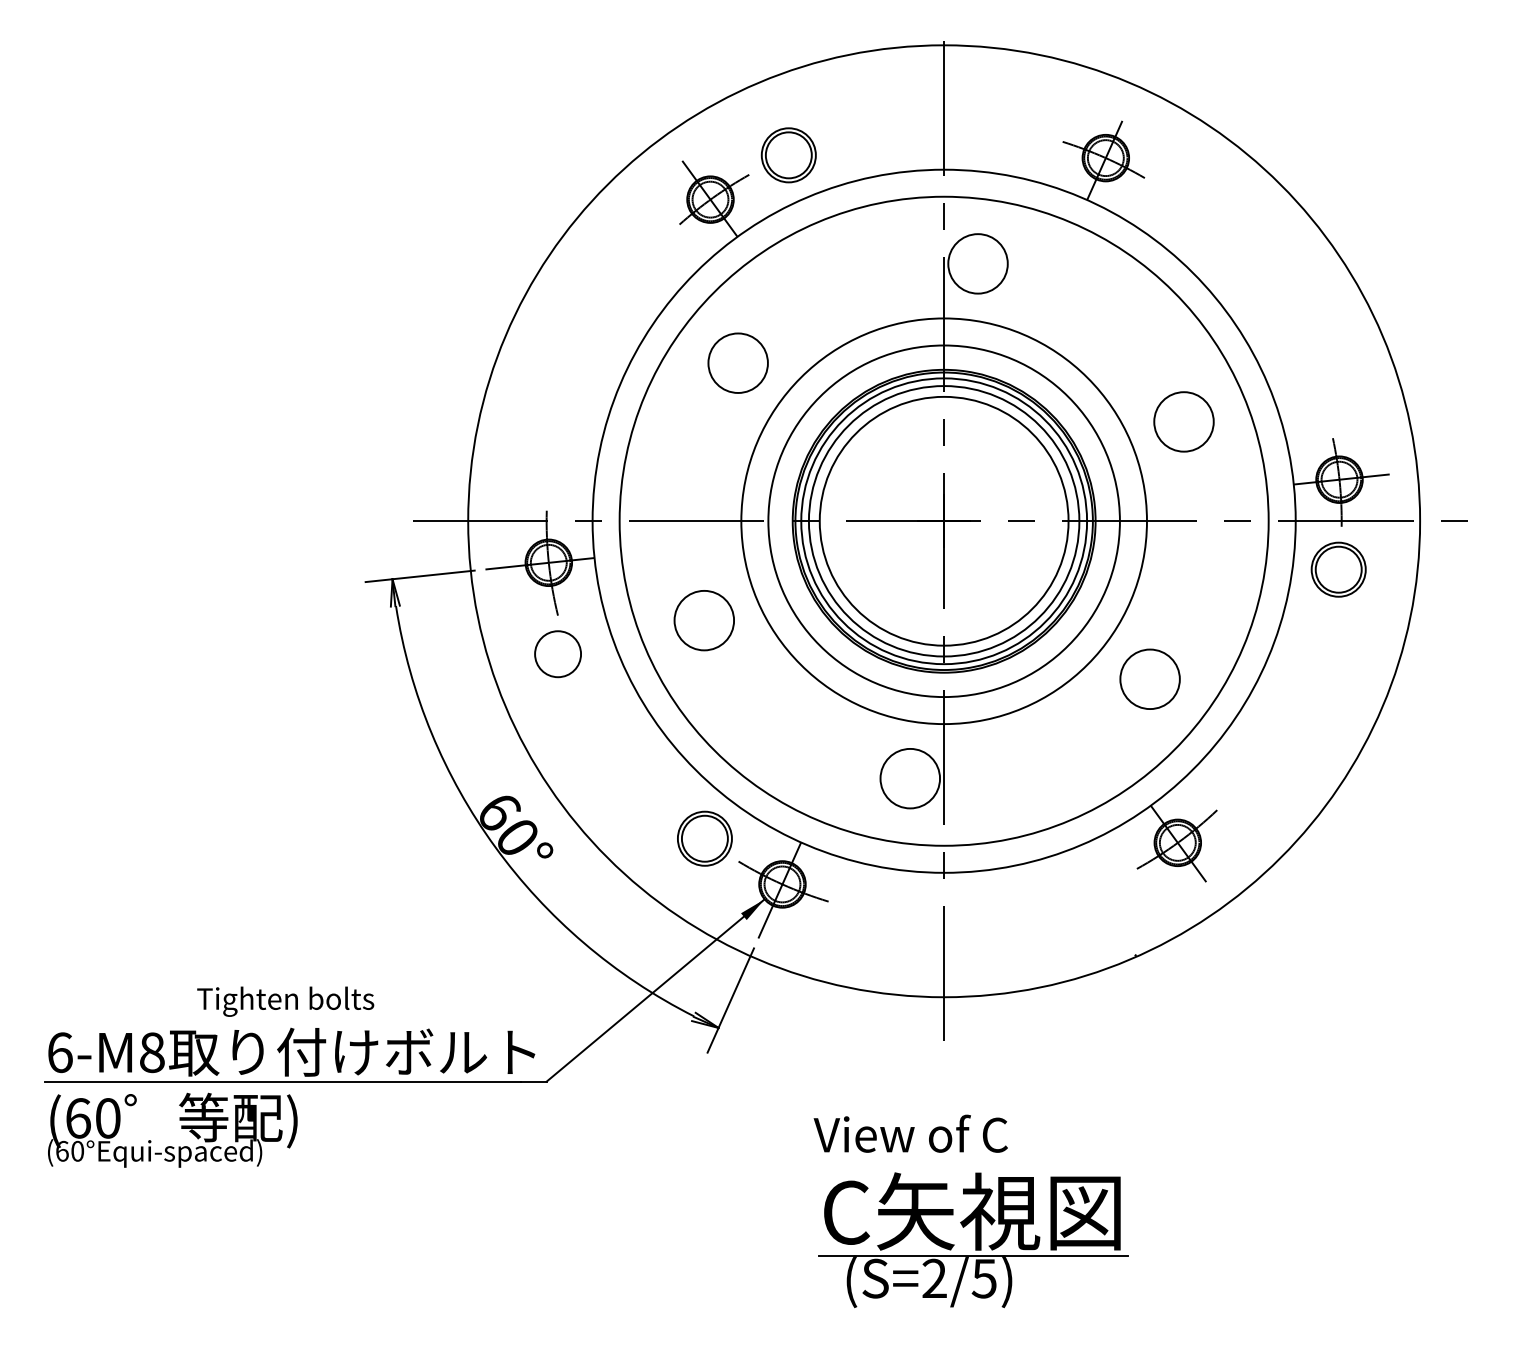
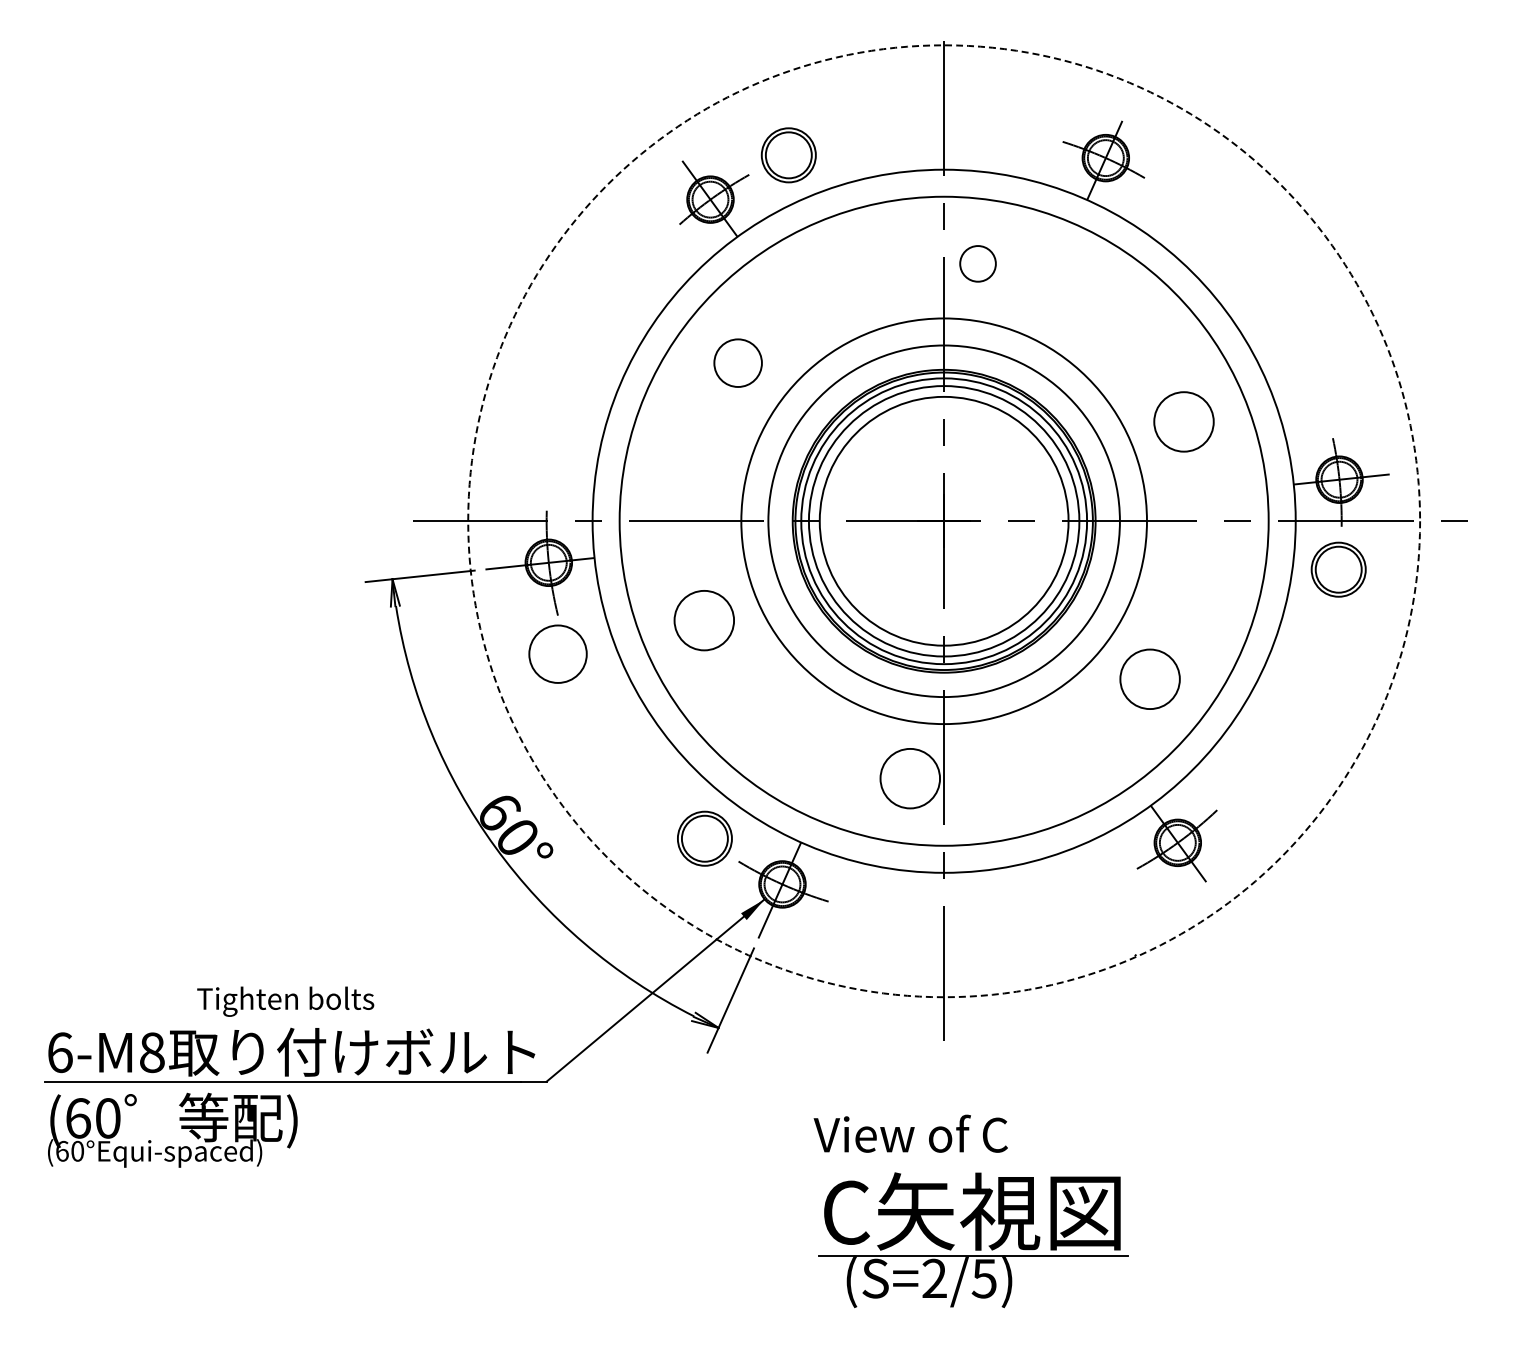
circle at (977, 263) diameter: 59 px -> 36 px
circle at (737, 362) size: 62x62 px -> 50x50 px
circle at (944, 521): solid -> dashed
circle at (558, 654) diameter: 46 px -> 57 px
